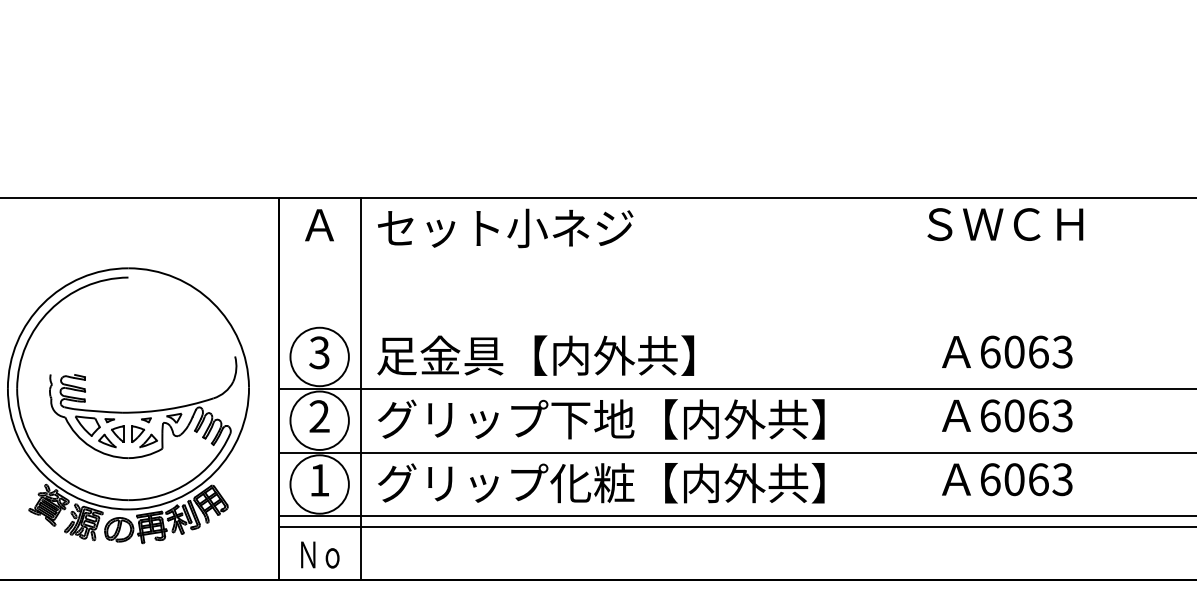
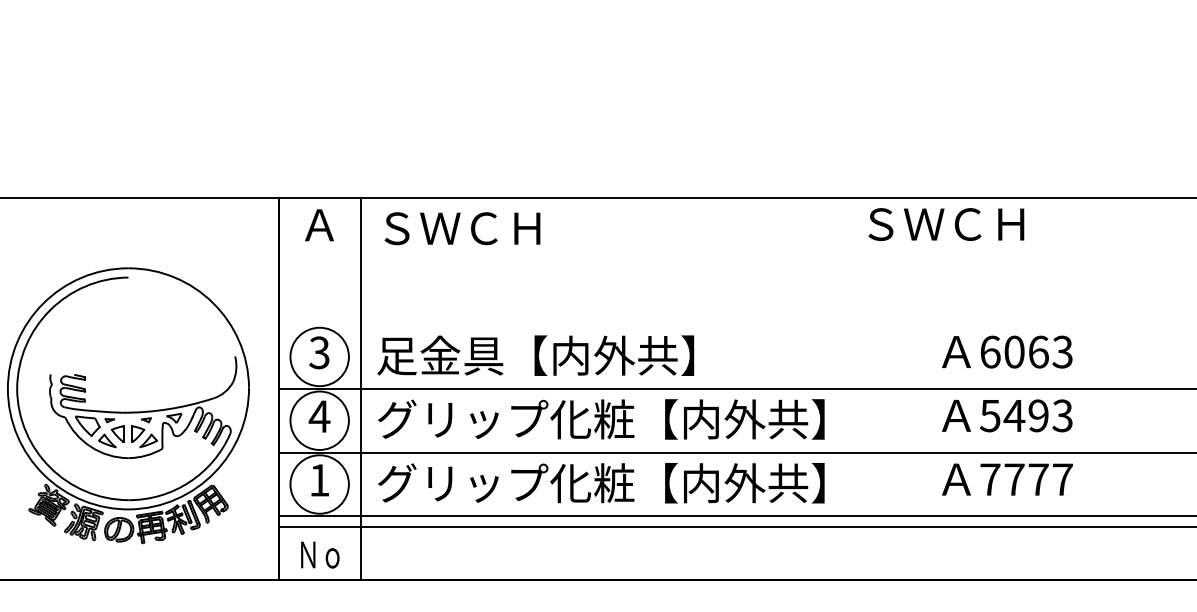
text at (1005, 224) position: (1005, 224) -> (946, 224)
text at (505, 228): セット小ネジ -> ＳＷＣＨ
text at (1013, 415): 6063 -> 5493
text at (319, 416): 2 -> 4
text at (592, 419): グリップ下地【内外共】 -> グリップ化粧【内外共】
text at (1026, 479): 6063 -> 7777
